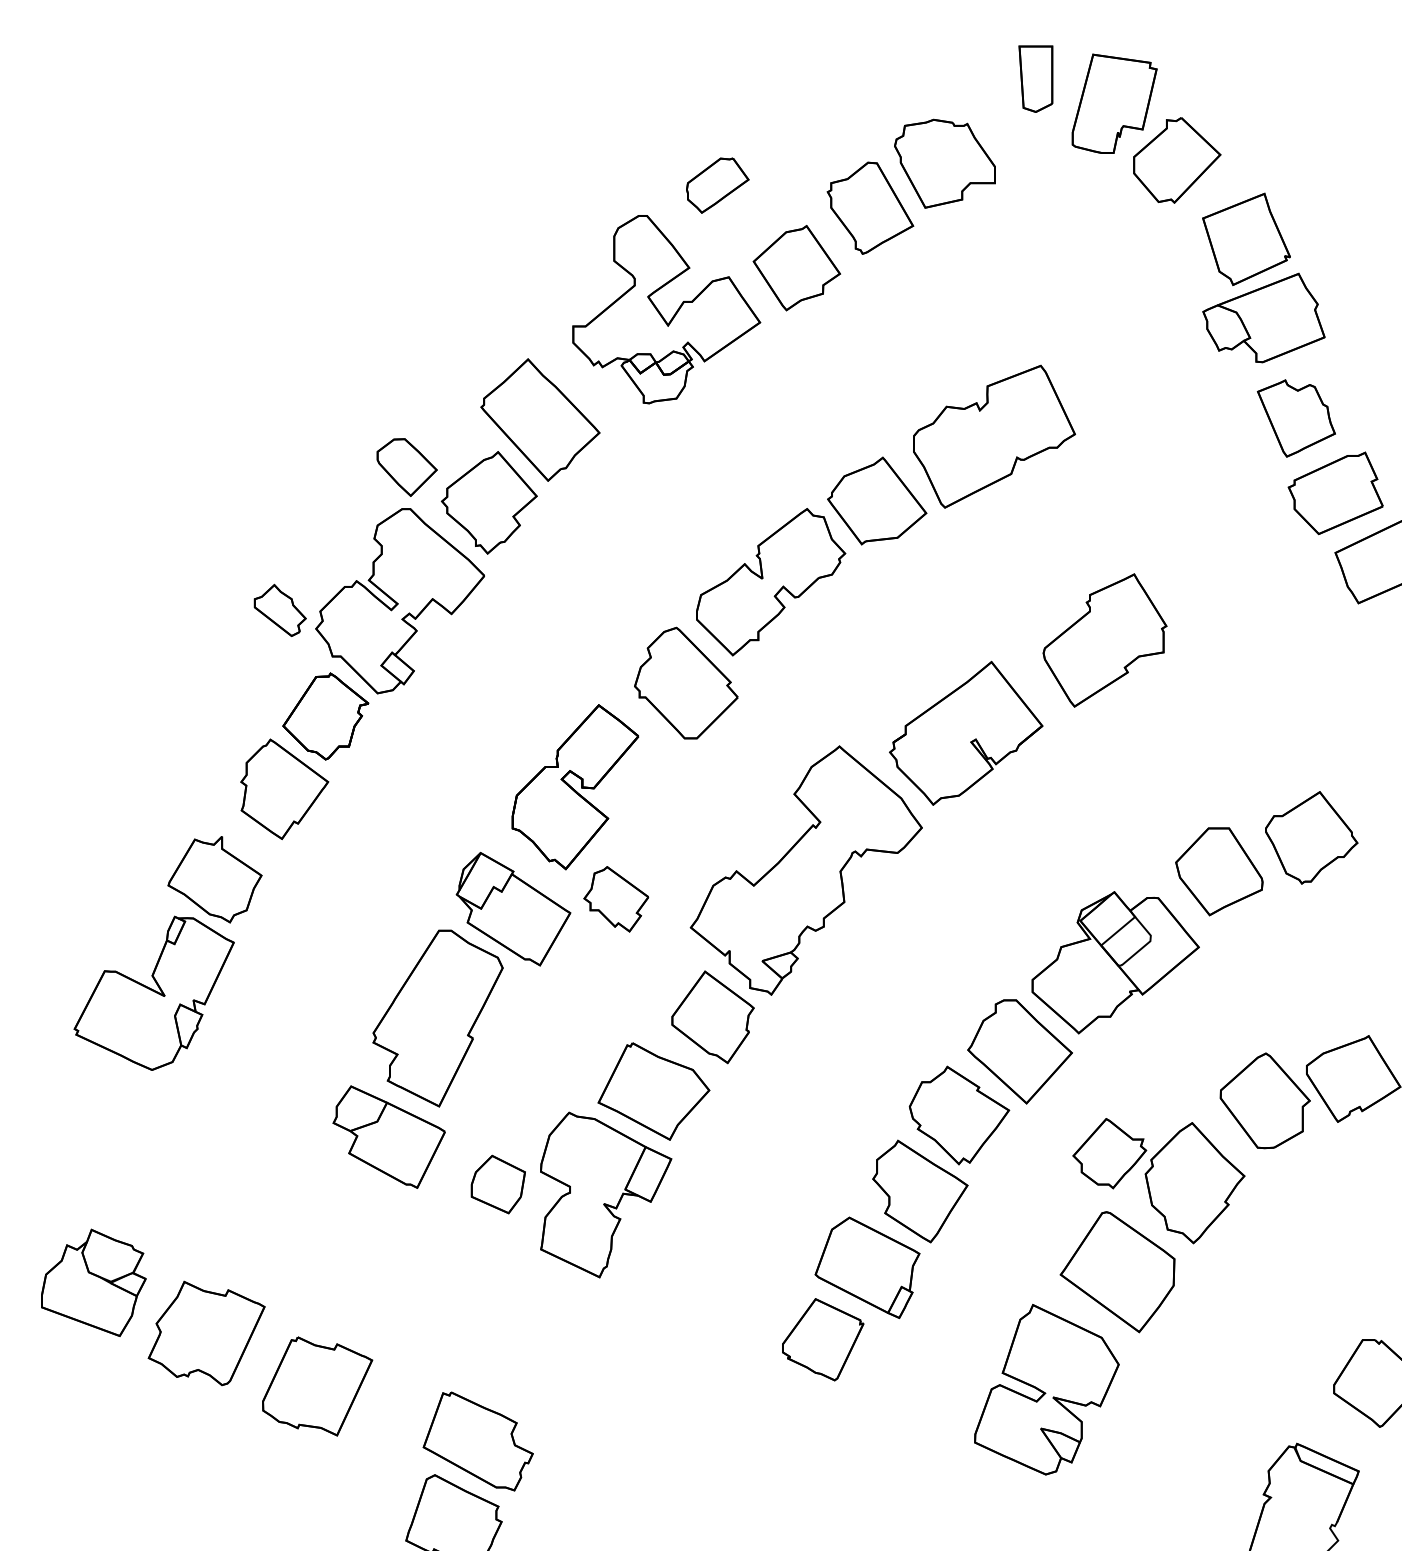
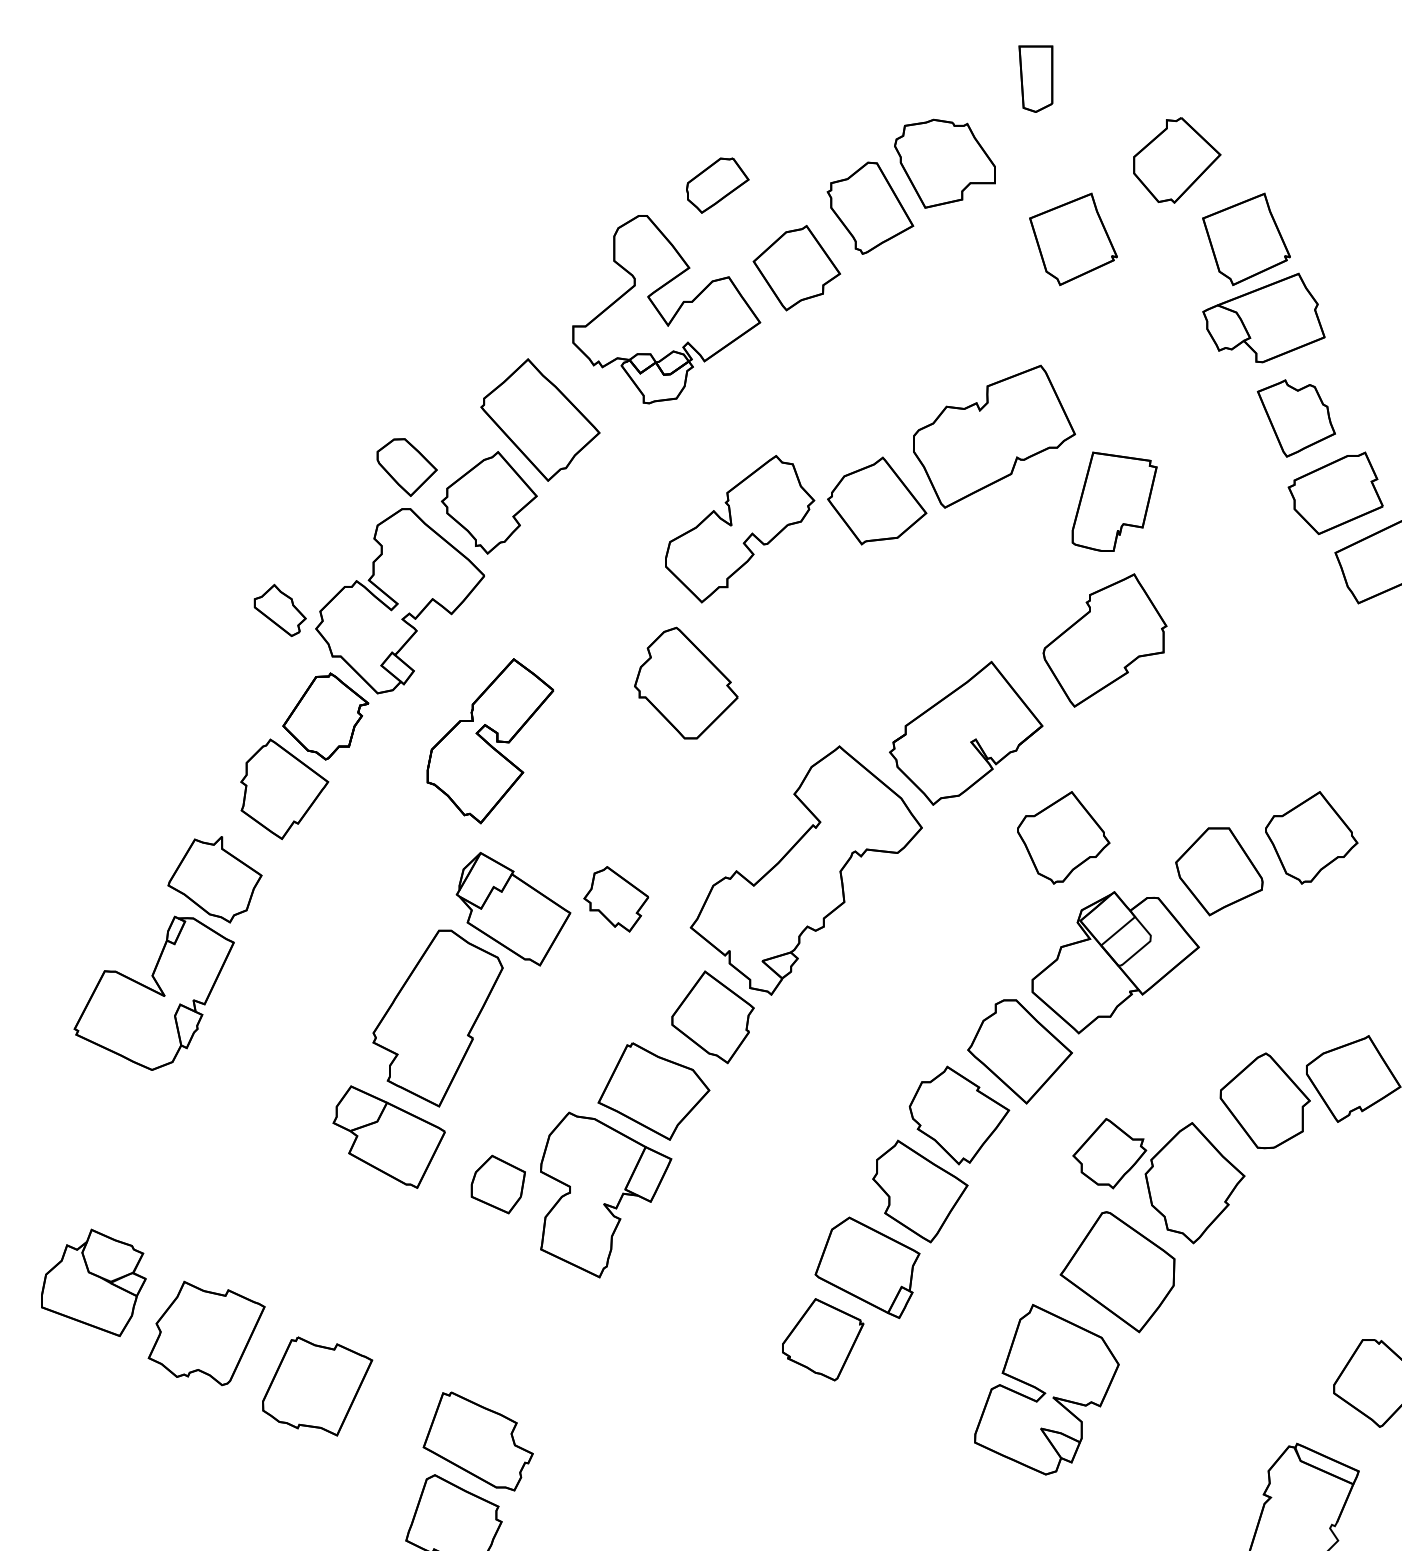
part at (1114, 103) position: (1114, 103) -> (1114, 501)
part at (1073, 239): none -> present
part at (771, 582) position: (771, 582) -> (740, 529)
part at (575, 787) position: (575, 787) -> (490, 741)
part at (1063, 837): none -> present
